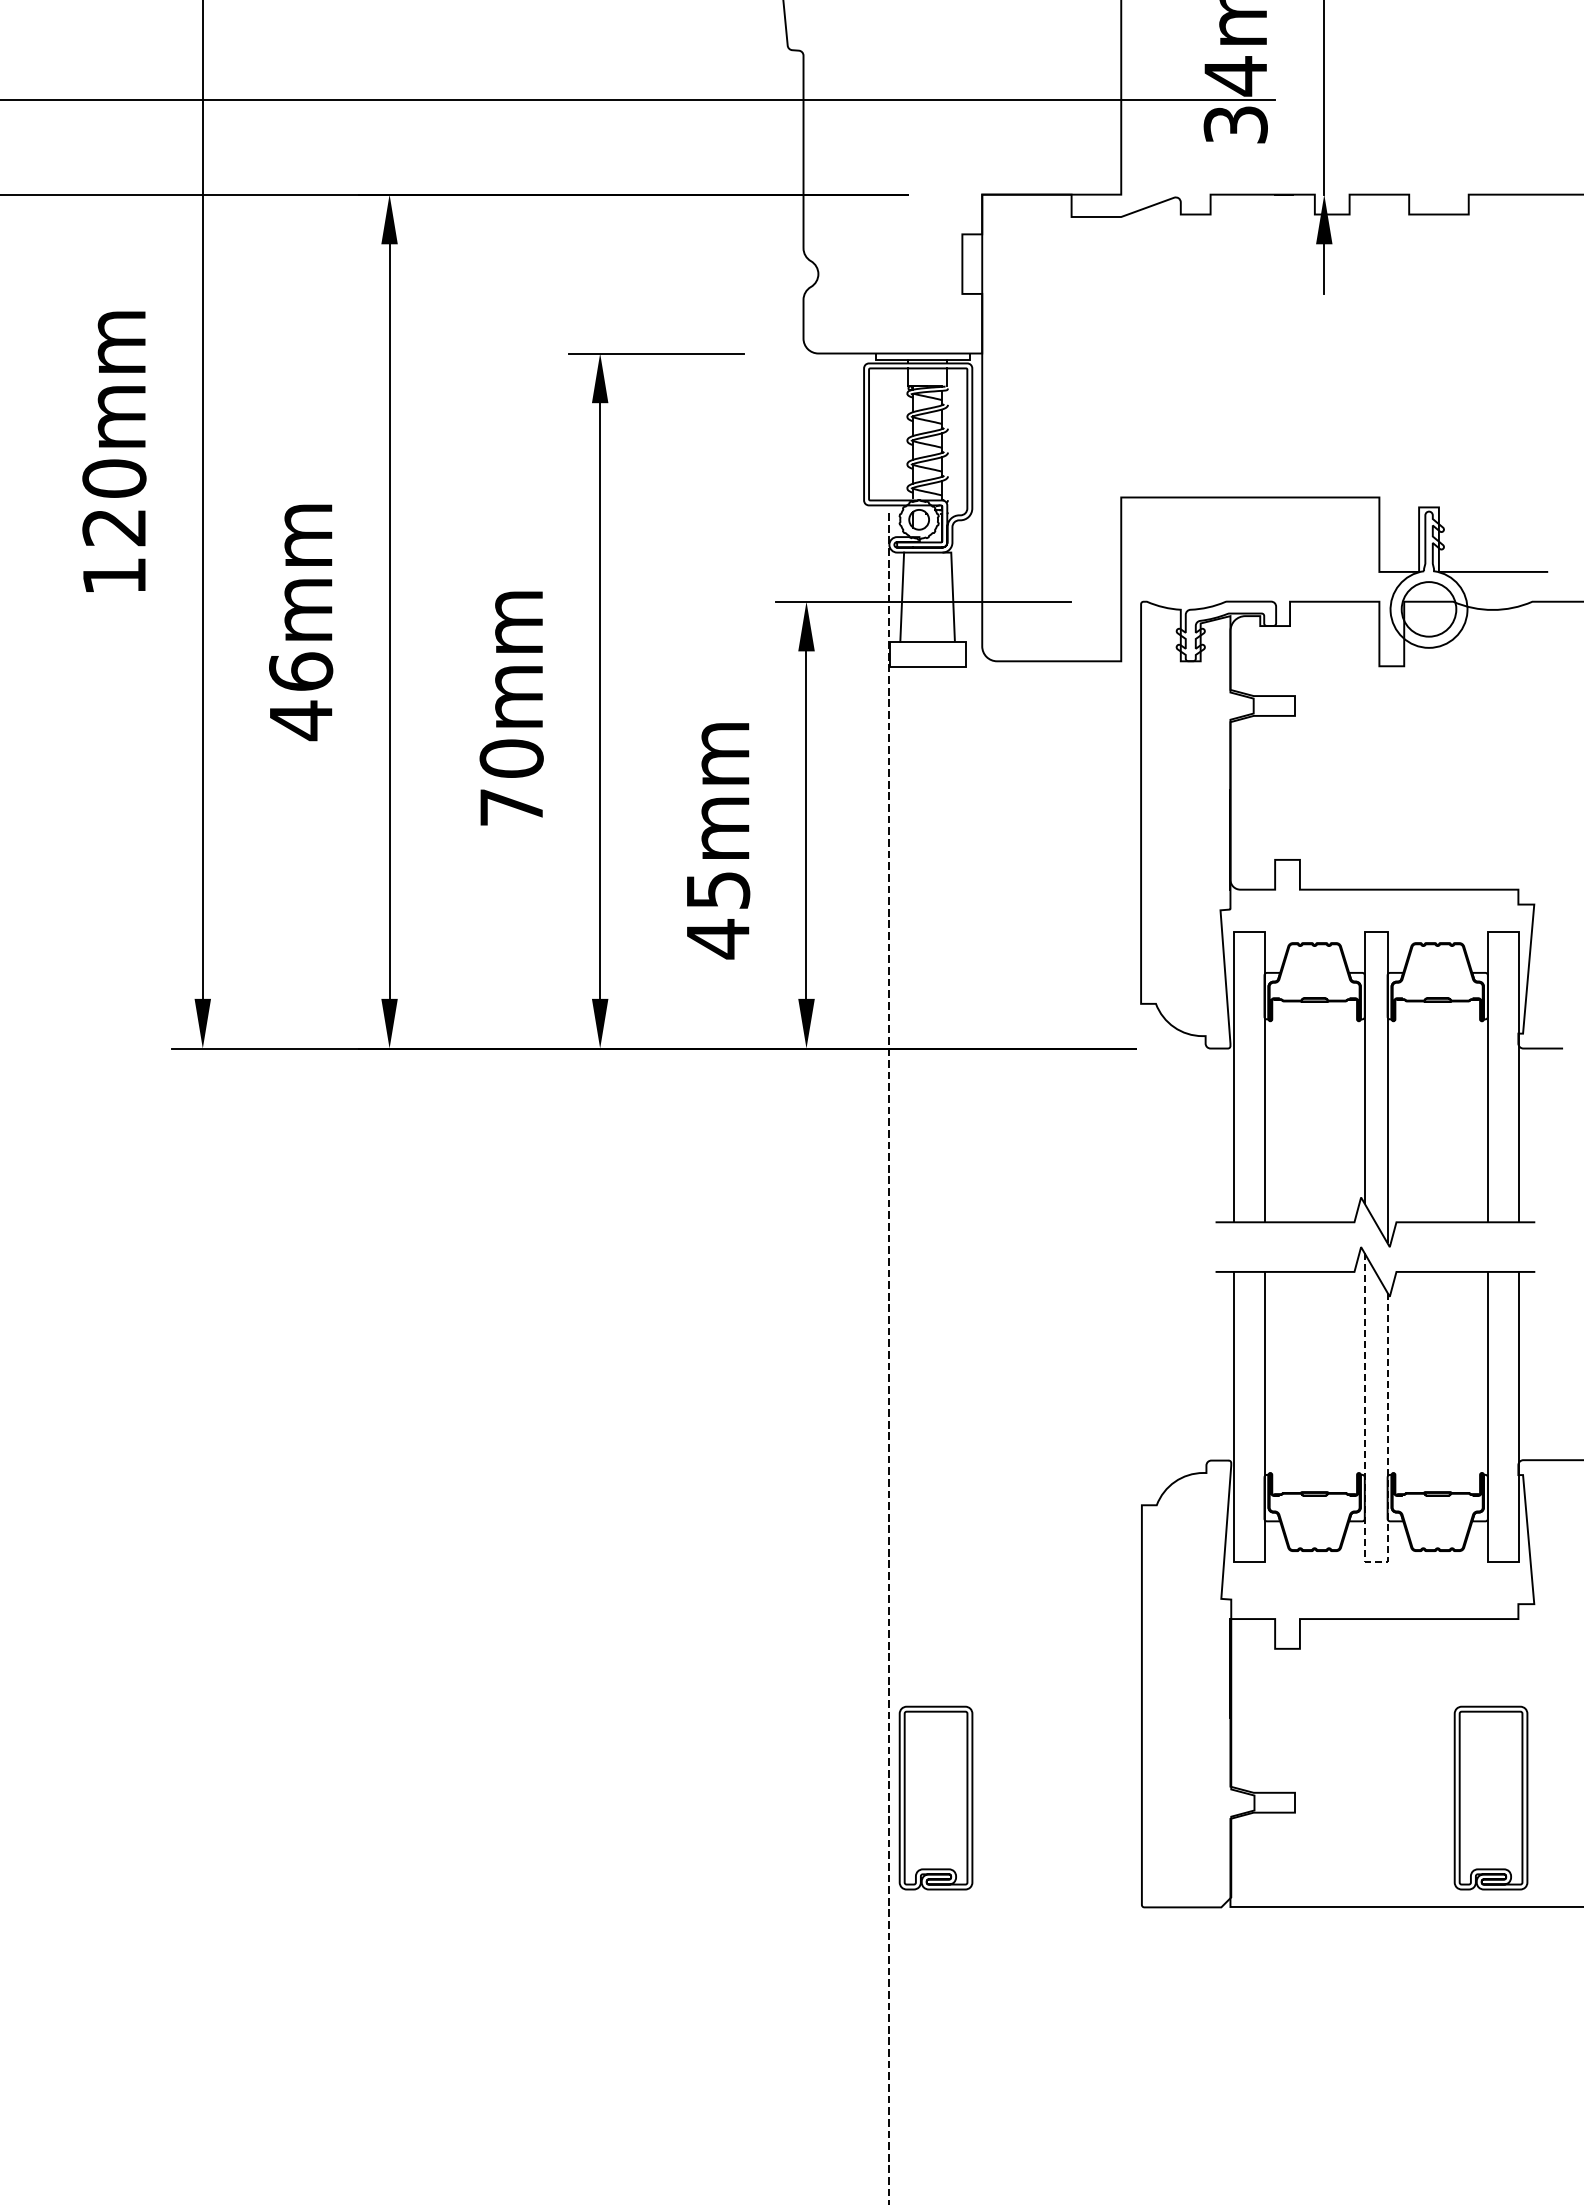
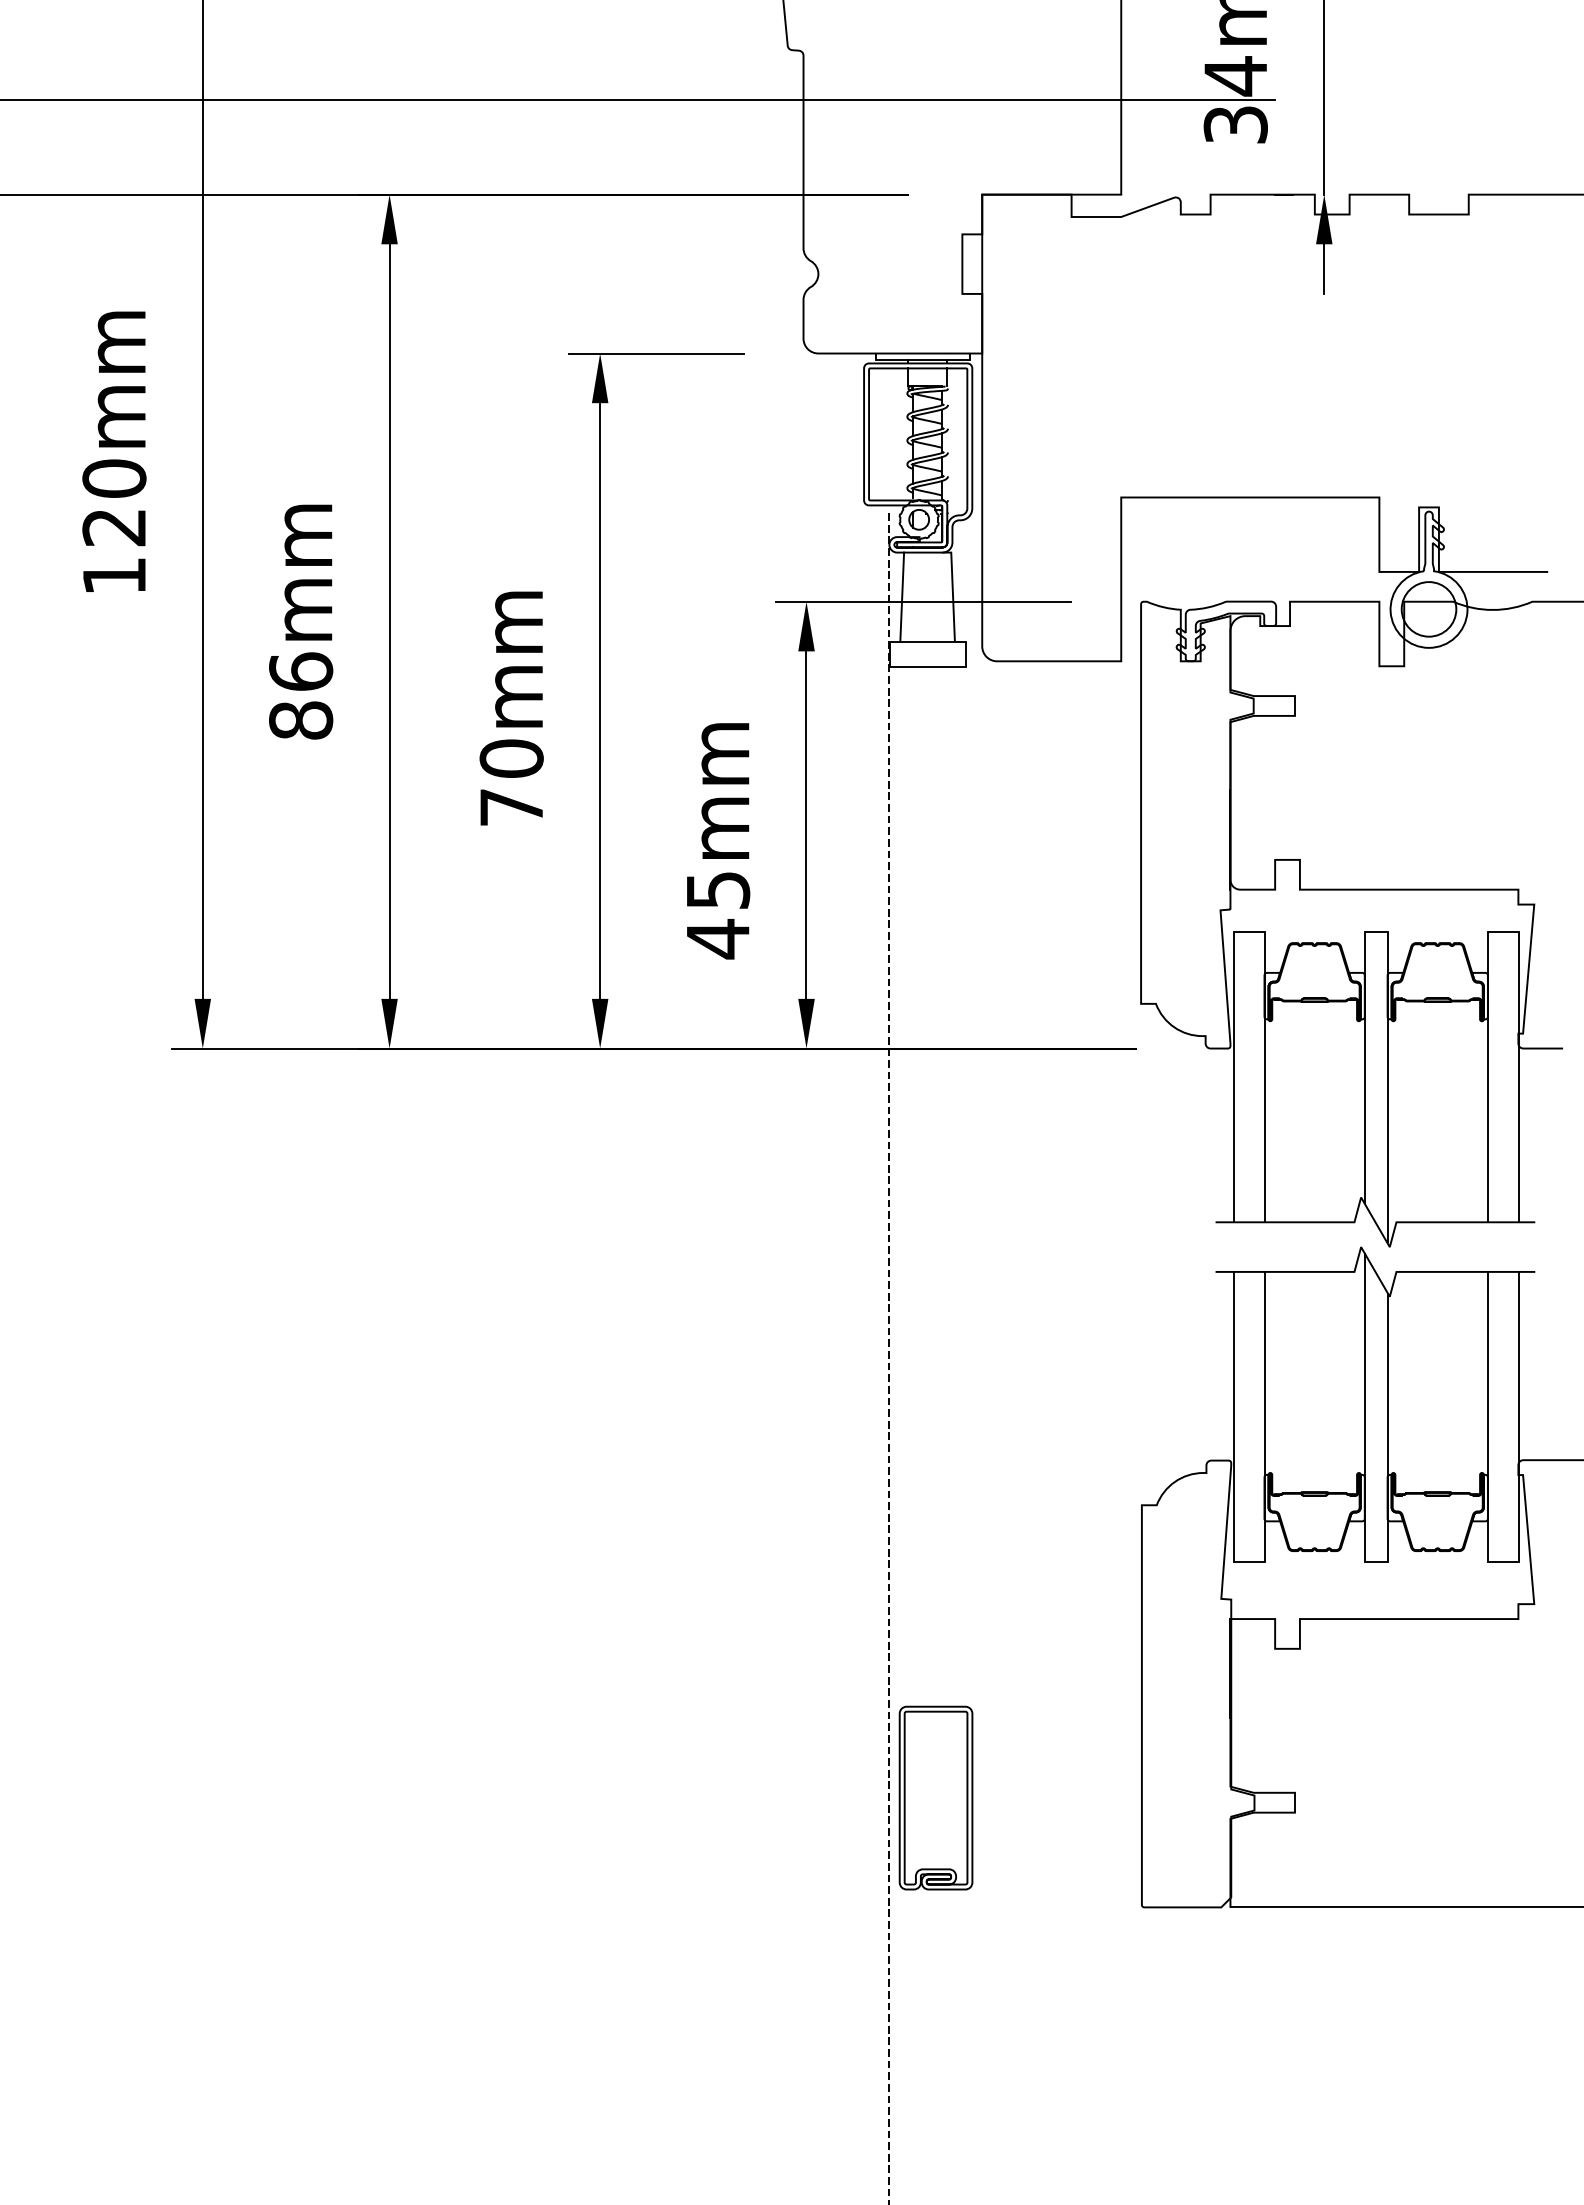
text at (301, 720): 46mm -> 86mm
line at (1364, 1555): dashed -> solid
part at (1490, 1797): present -> none
